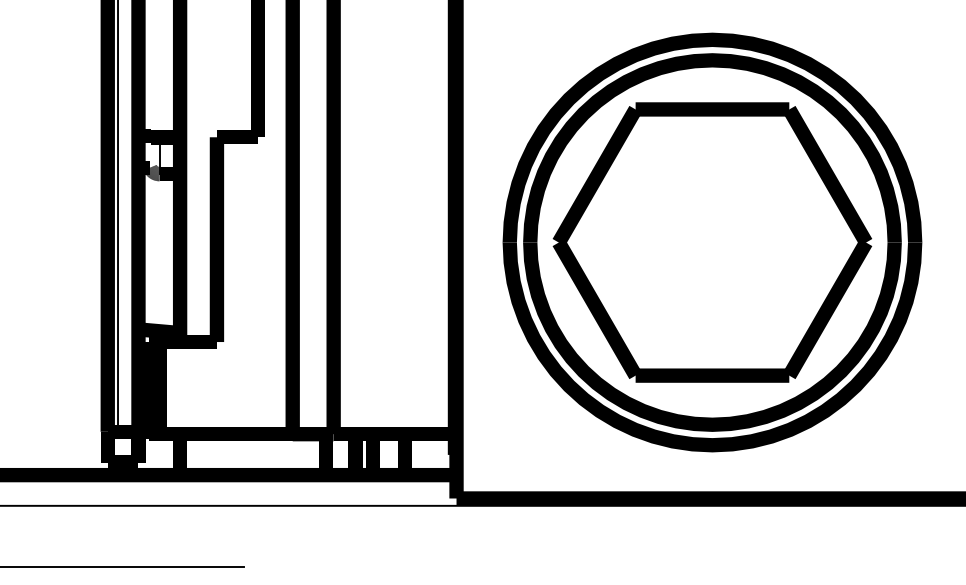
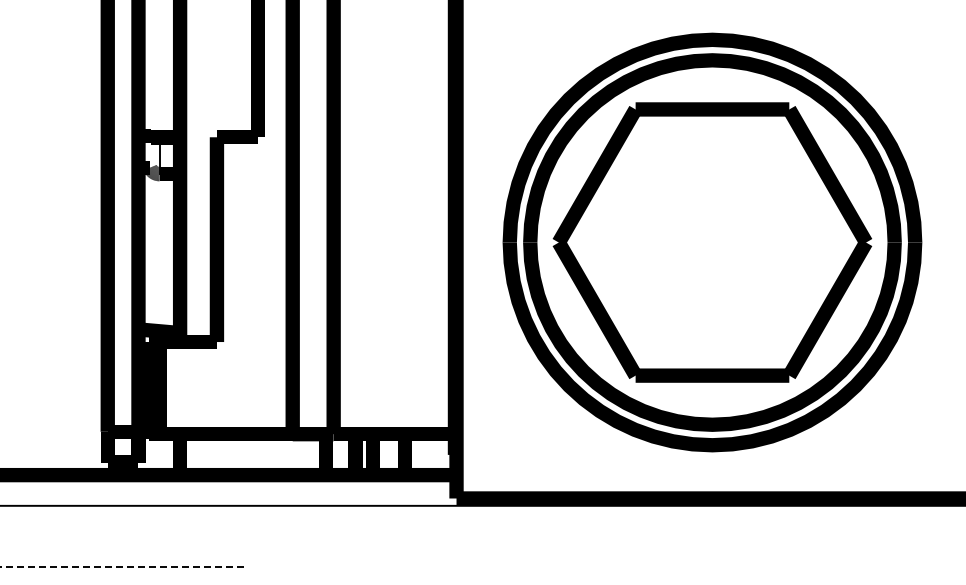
line at (118, 216): present -> none
line at (122, 567): solid -> dashed
